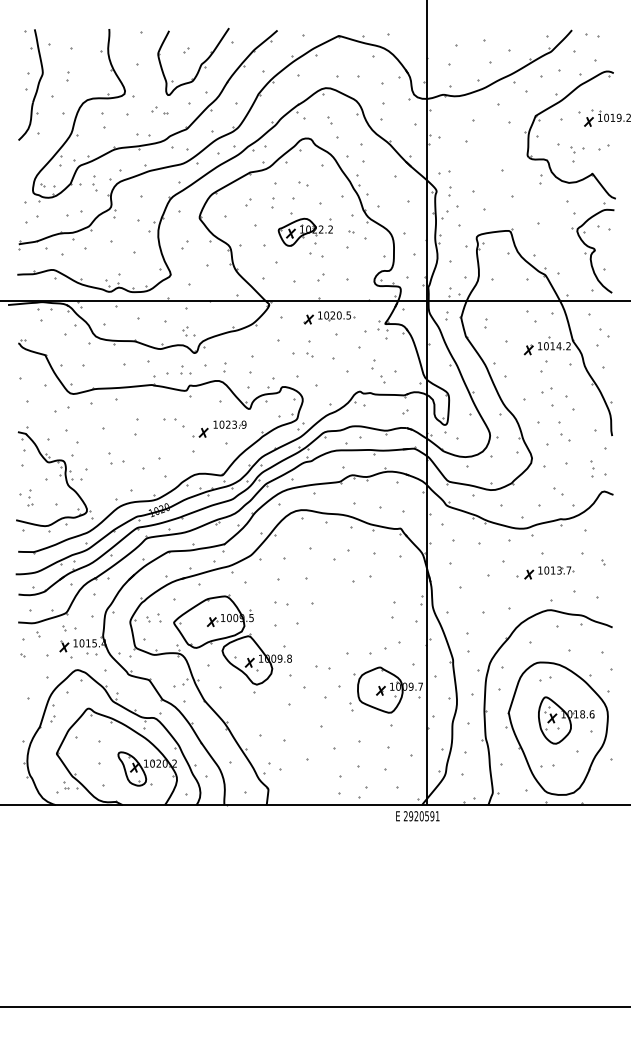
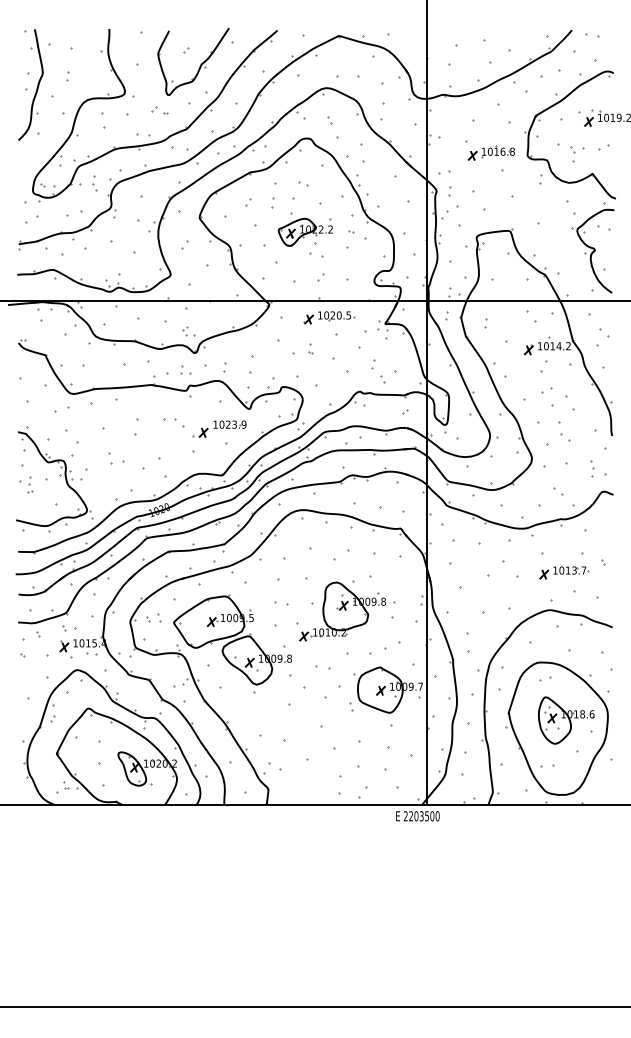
part at (490, 152): none -> present
part at (309, 348) size: 8x18 px -> 6x12 px
part at (26, 497) position: (26, 497) -> (26, 484)
part at (549, 572) position: (549, 572) -> (564, 572)
part at (342, 611): none -> present
text at (424, 816): 2920591 -> 2203500
